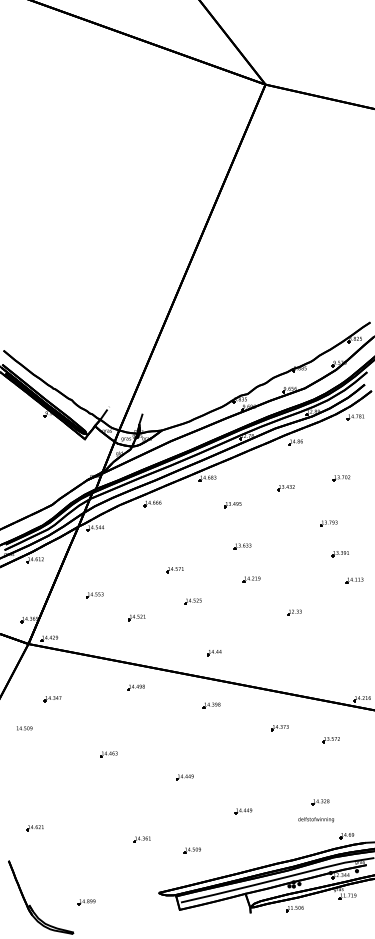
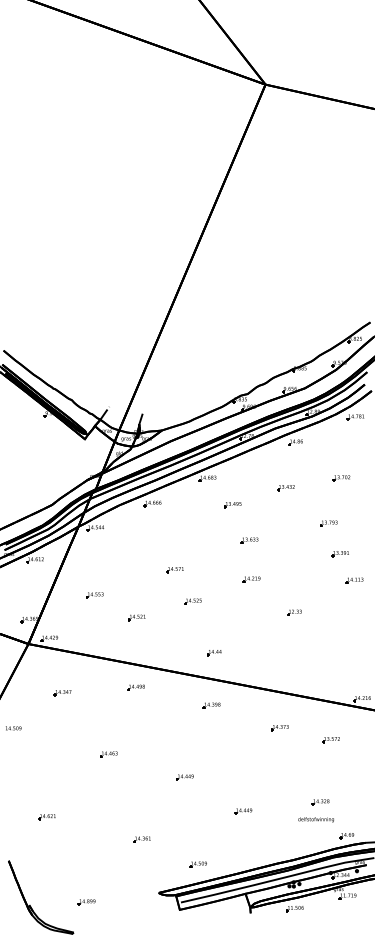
part at (242, 546) position: (242, 546) -> (249, 540)
part at (52, 699) position: (52, 699) -> (62, 693)
text at (24, 728) position: (24, 728) -> (13, 728)
part at (34, 828) position: (34, 828) -> (46, 817)
part at (191, 850) position: (191, 850) -> (197, 864)
